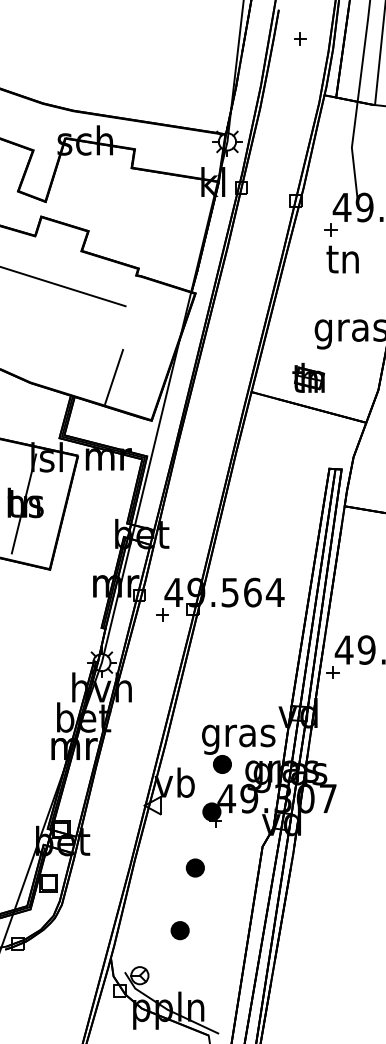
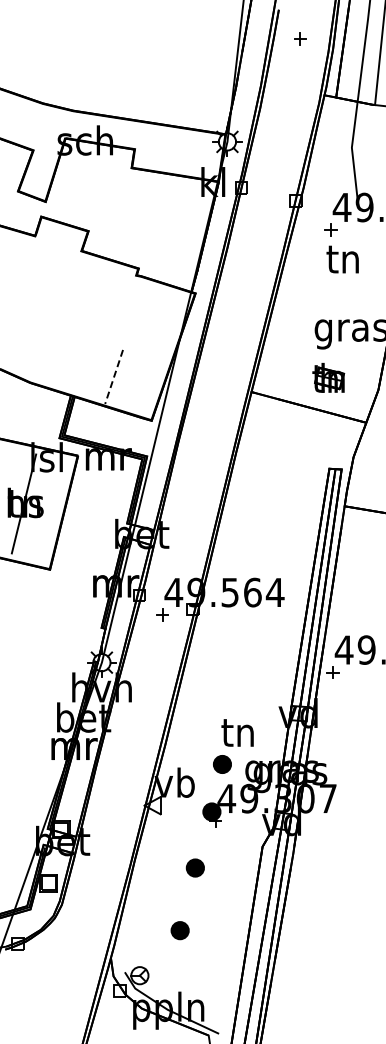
line at (63, 286): present -> none
line at (113, 377): solid -> dashed
part at (308, 377) position: (308, 377) -> (328, 377)
text at (238, 736): gras -> tn
